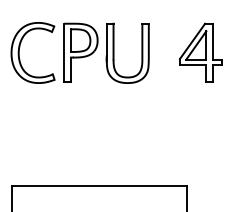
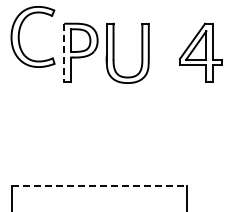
part at (20, 47) position: (20, 47) -> (20, 31)
line at (64, 53): solid -> dashed
line at (99, 186): solid -> dashed
